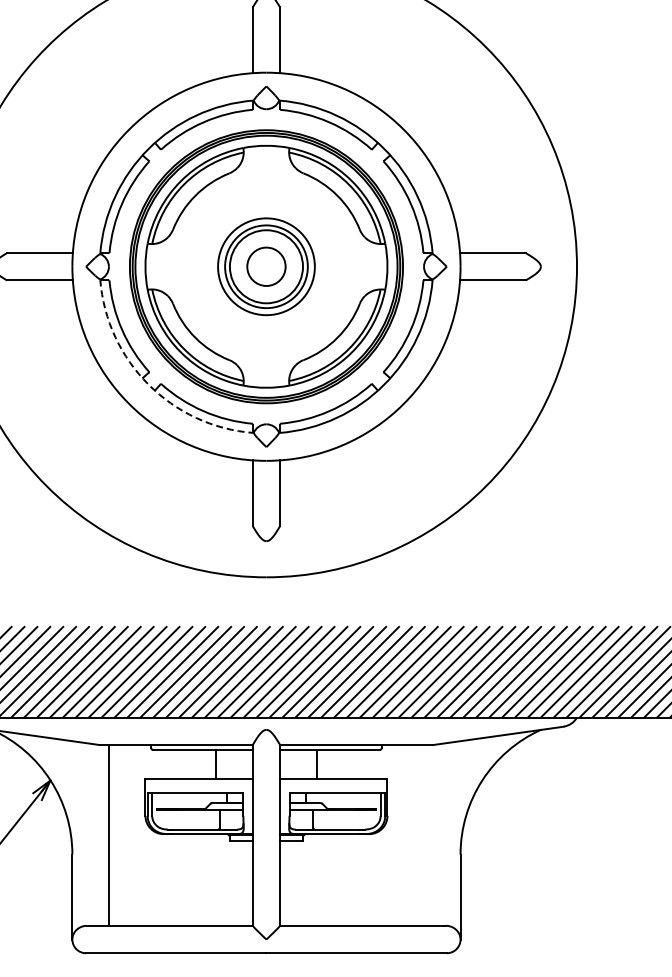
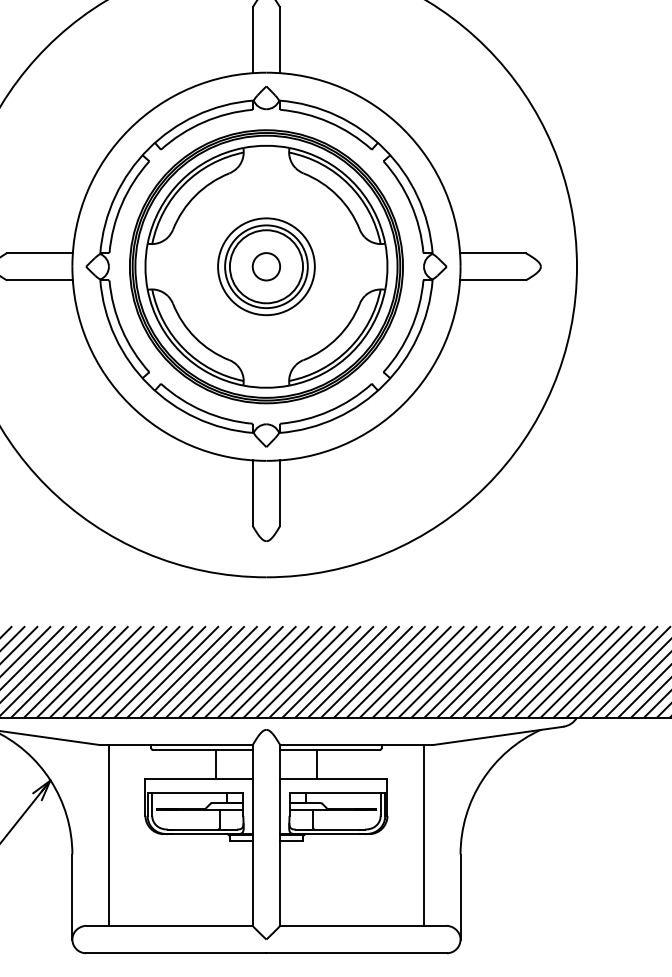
circle at (266, 266) diameter: 38 px -> 27 px
arc at (148, 384): dashed -> solid
line at (424, 835): none -> present
